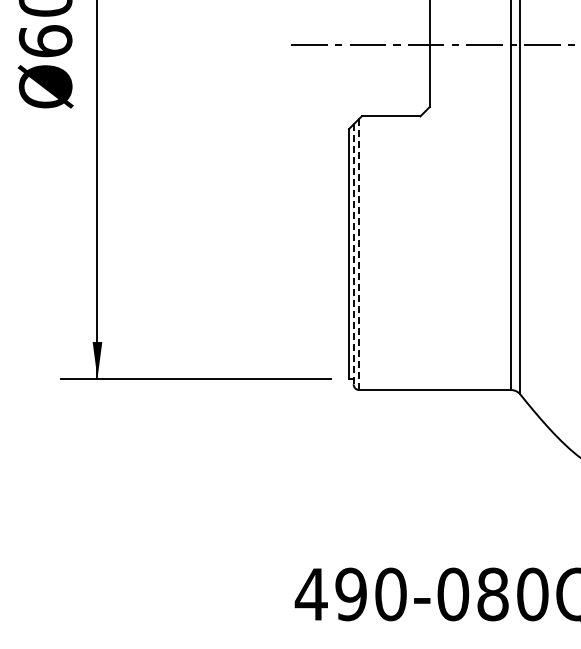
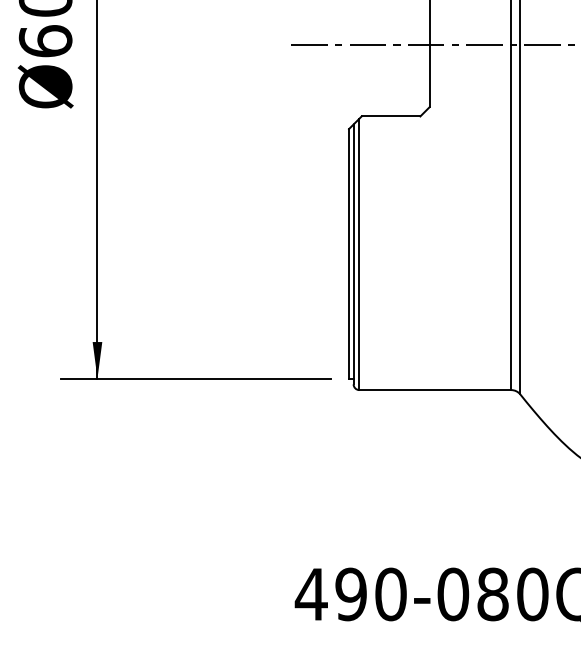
line at (353, 254): dashed -> solid
line at (359, 254): dashed -> solid
